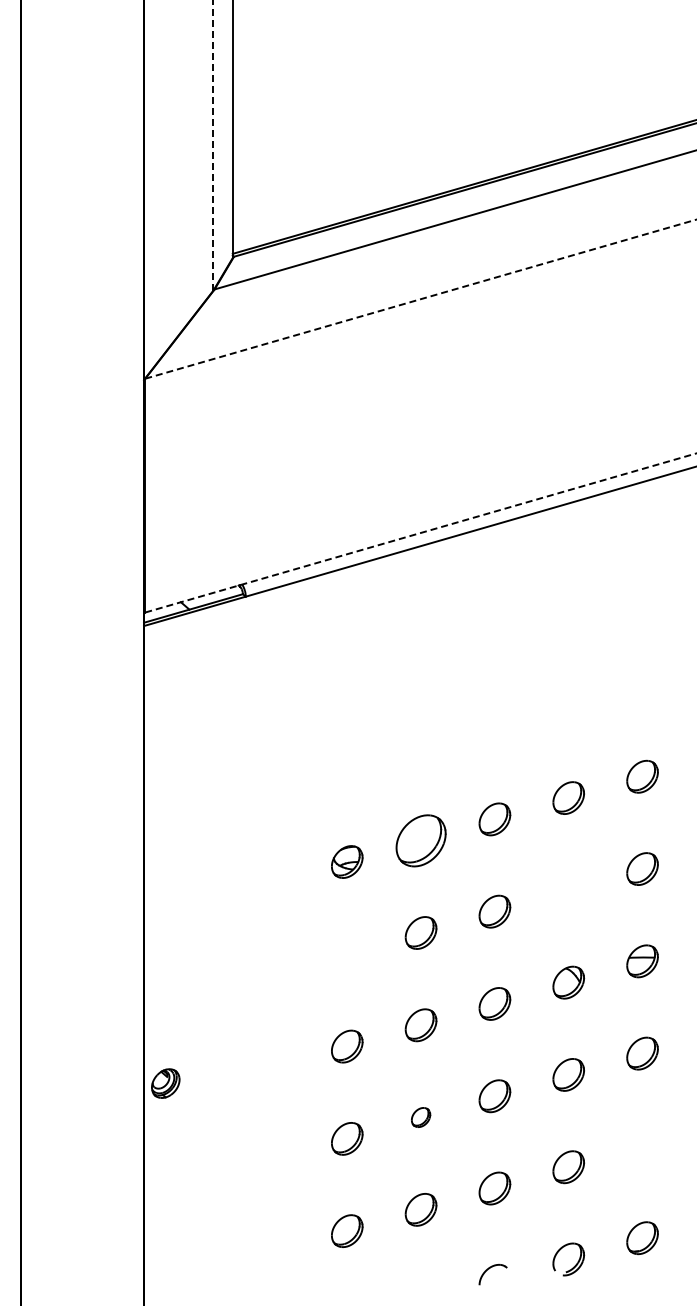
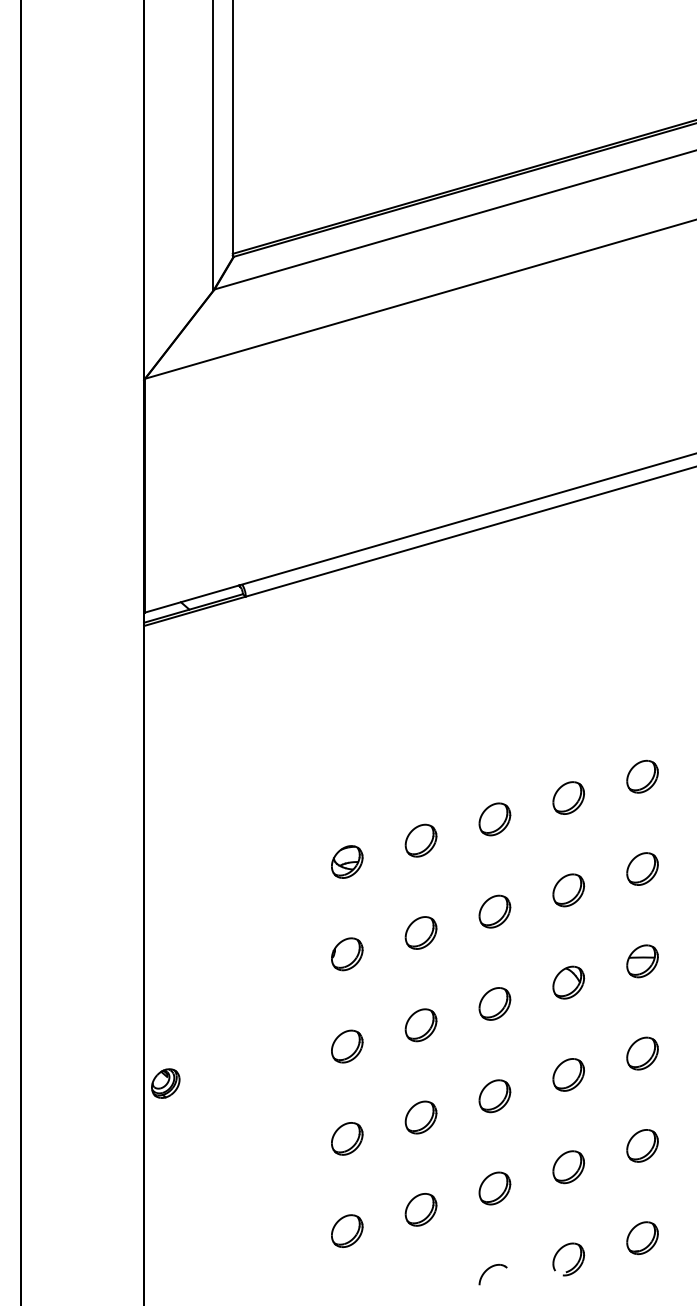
line at (213, 145): dashed -> solid
line at (420, 299): dashed -> solid
line at (420, 532): dashed -> solid
part at (420, 840) size: 52x54 px -> 34x35 px
part at (568, 890): none -> present
part at (347, 954): none -> present
part at (421, 1117) size: 21x21 px -> 34x35 px
part at (642, 1145): none -> present
